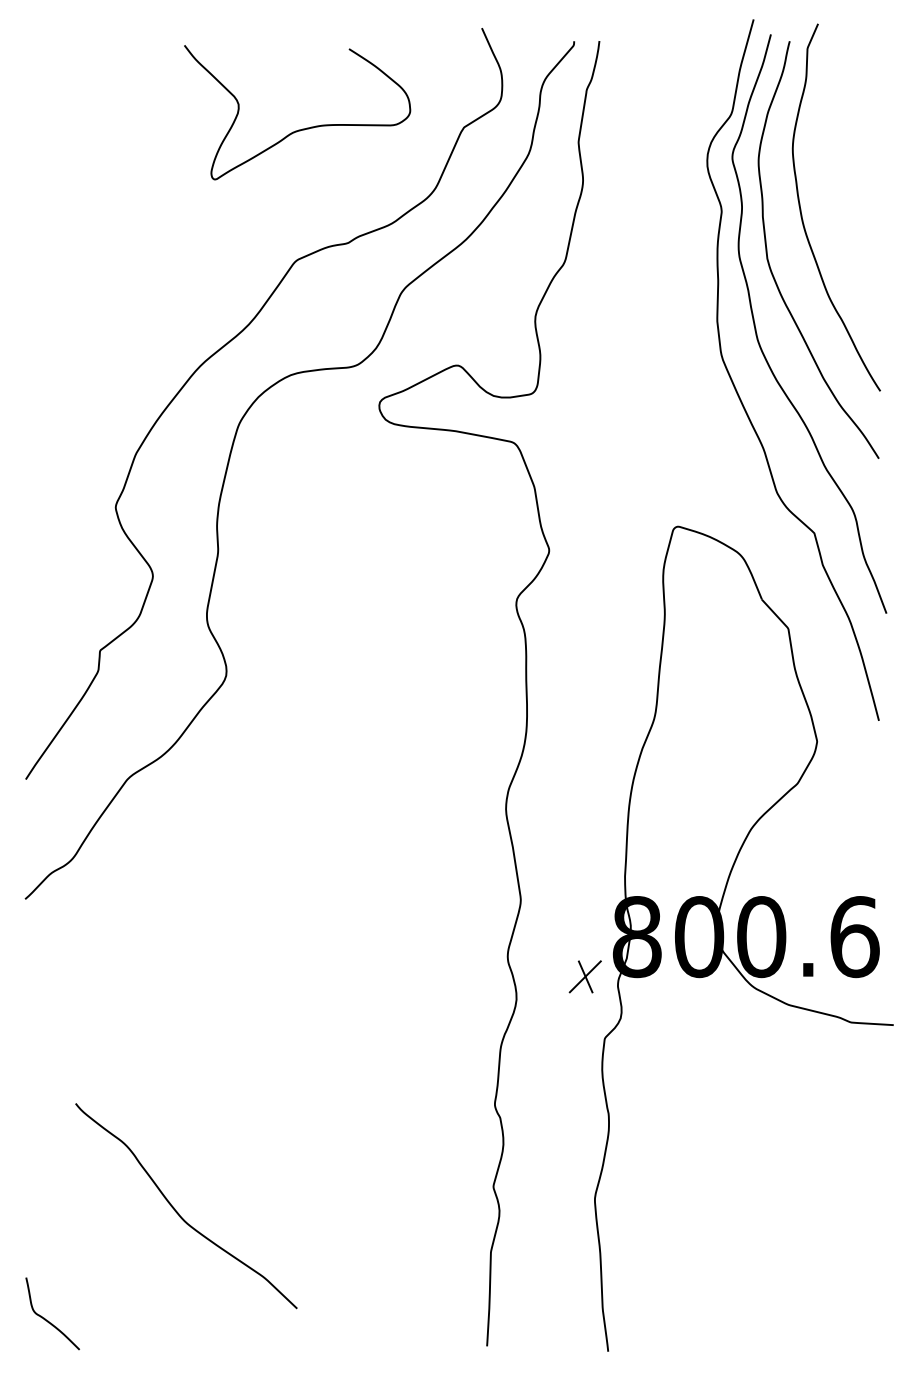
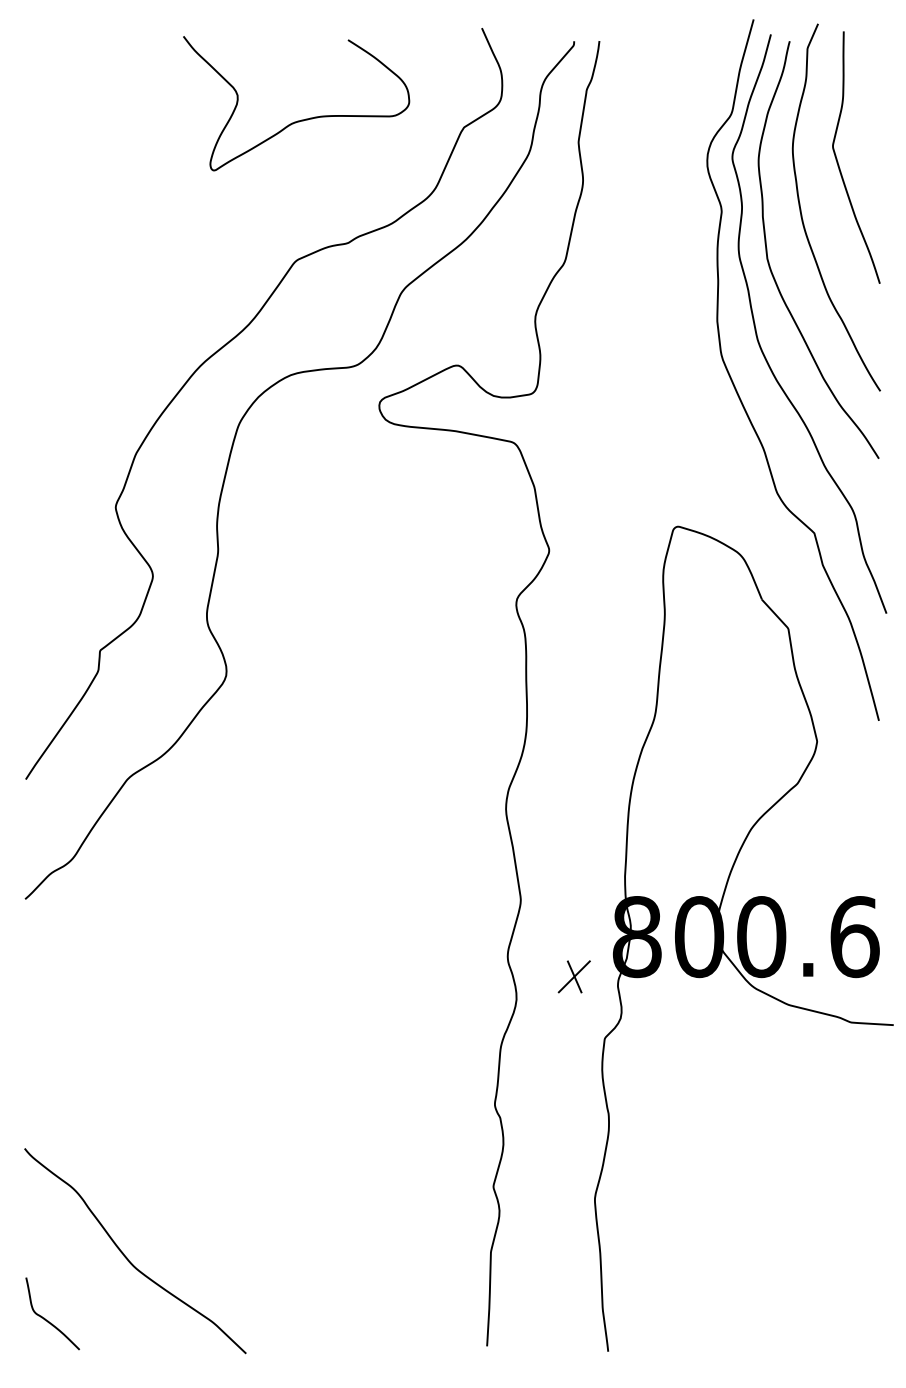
curve at (302, 128) position: (302, 128) -> (301, 119)
curve at (838, 161): none -> present
part at (584, 976) position: (584, 976) -> (573, 976)
curve at (179, 1213) position: (179, 1213) -> (128, 1258)
